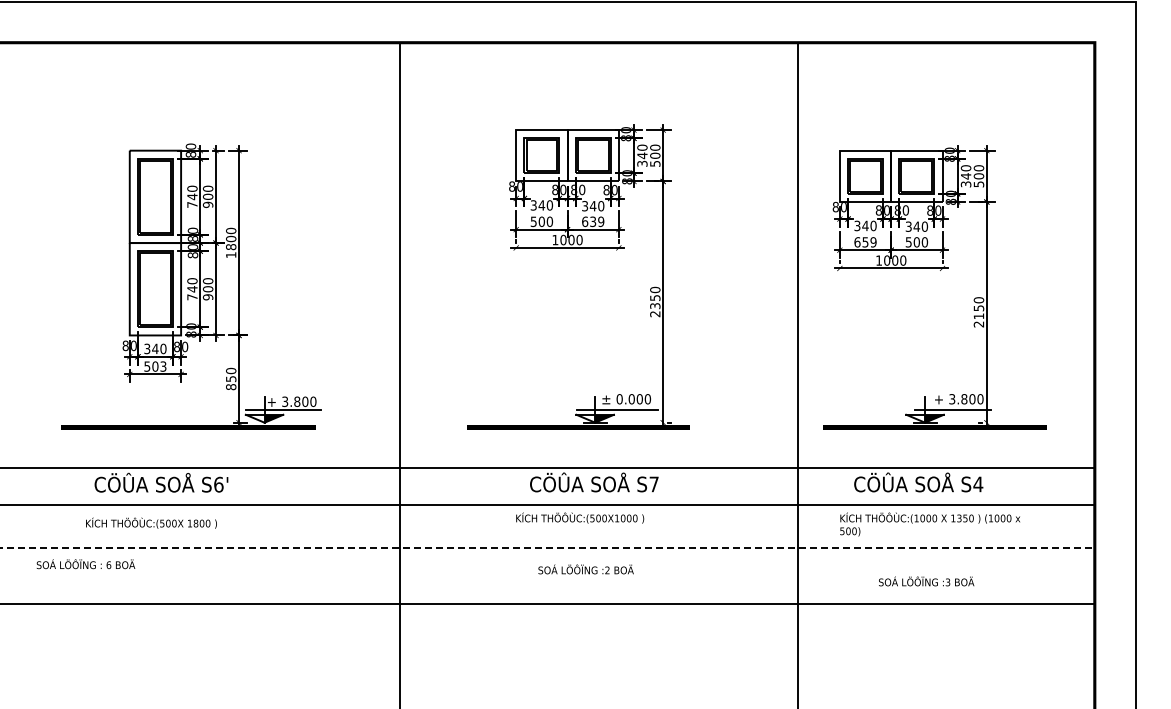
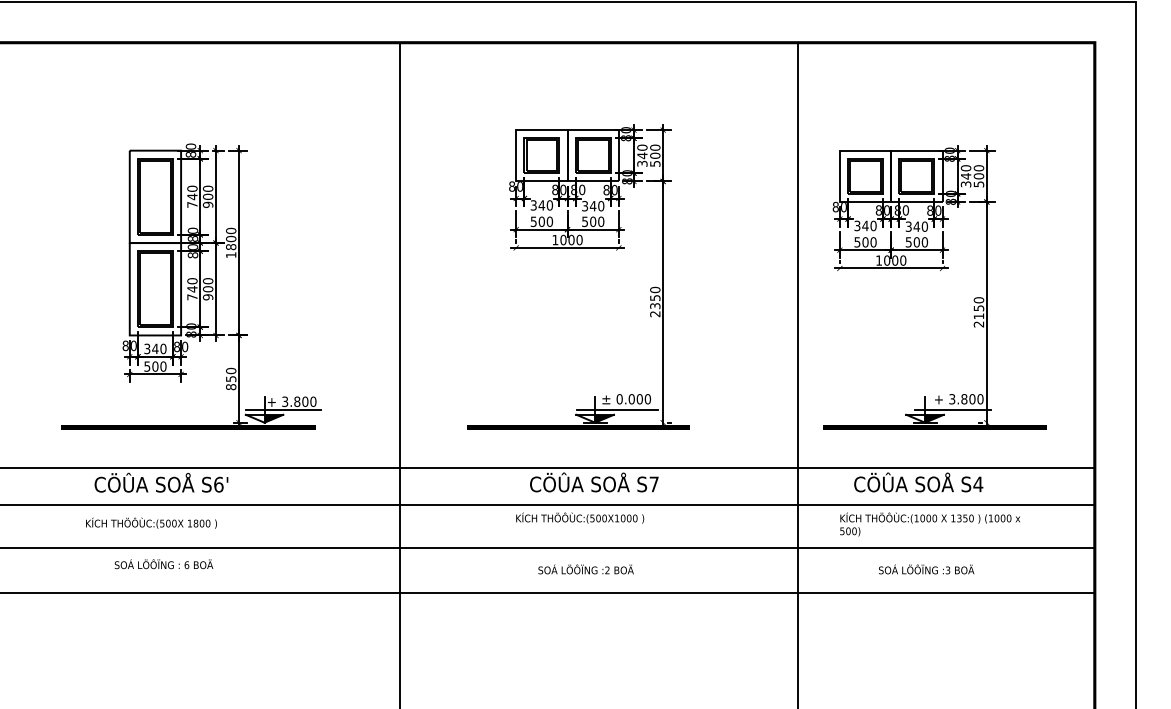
text at (593, 221): 639 -> 500
text at (865, 242): 659 -> 500
text at (163, 366): 503 -> 500
line at (548, 548): dashed -> solid
text at (85, 564) position: (85, 564) -> (163, 564)
text at (926, 581) position: (926, 581) -> (926, 569)
line at (548, 604) position: (548, 604) -> (548, 593)
